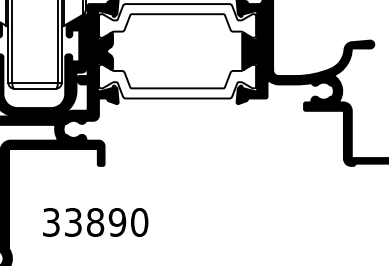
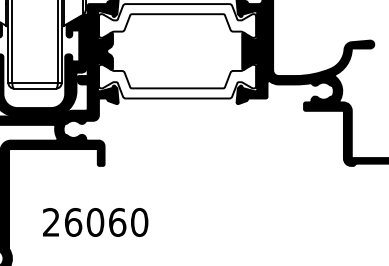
text at (84, 222): 33890 -> 26060
